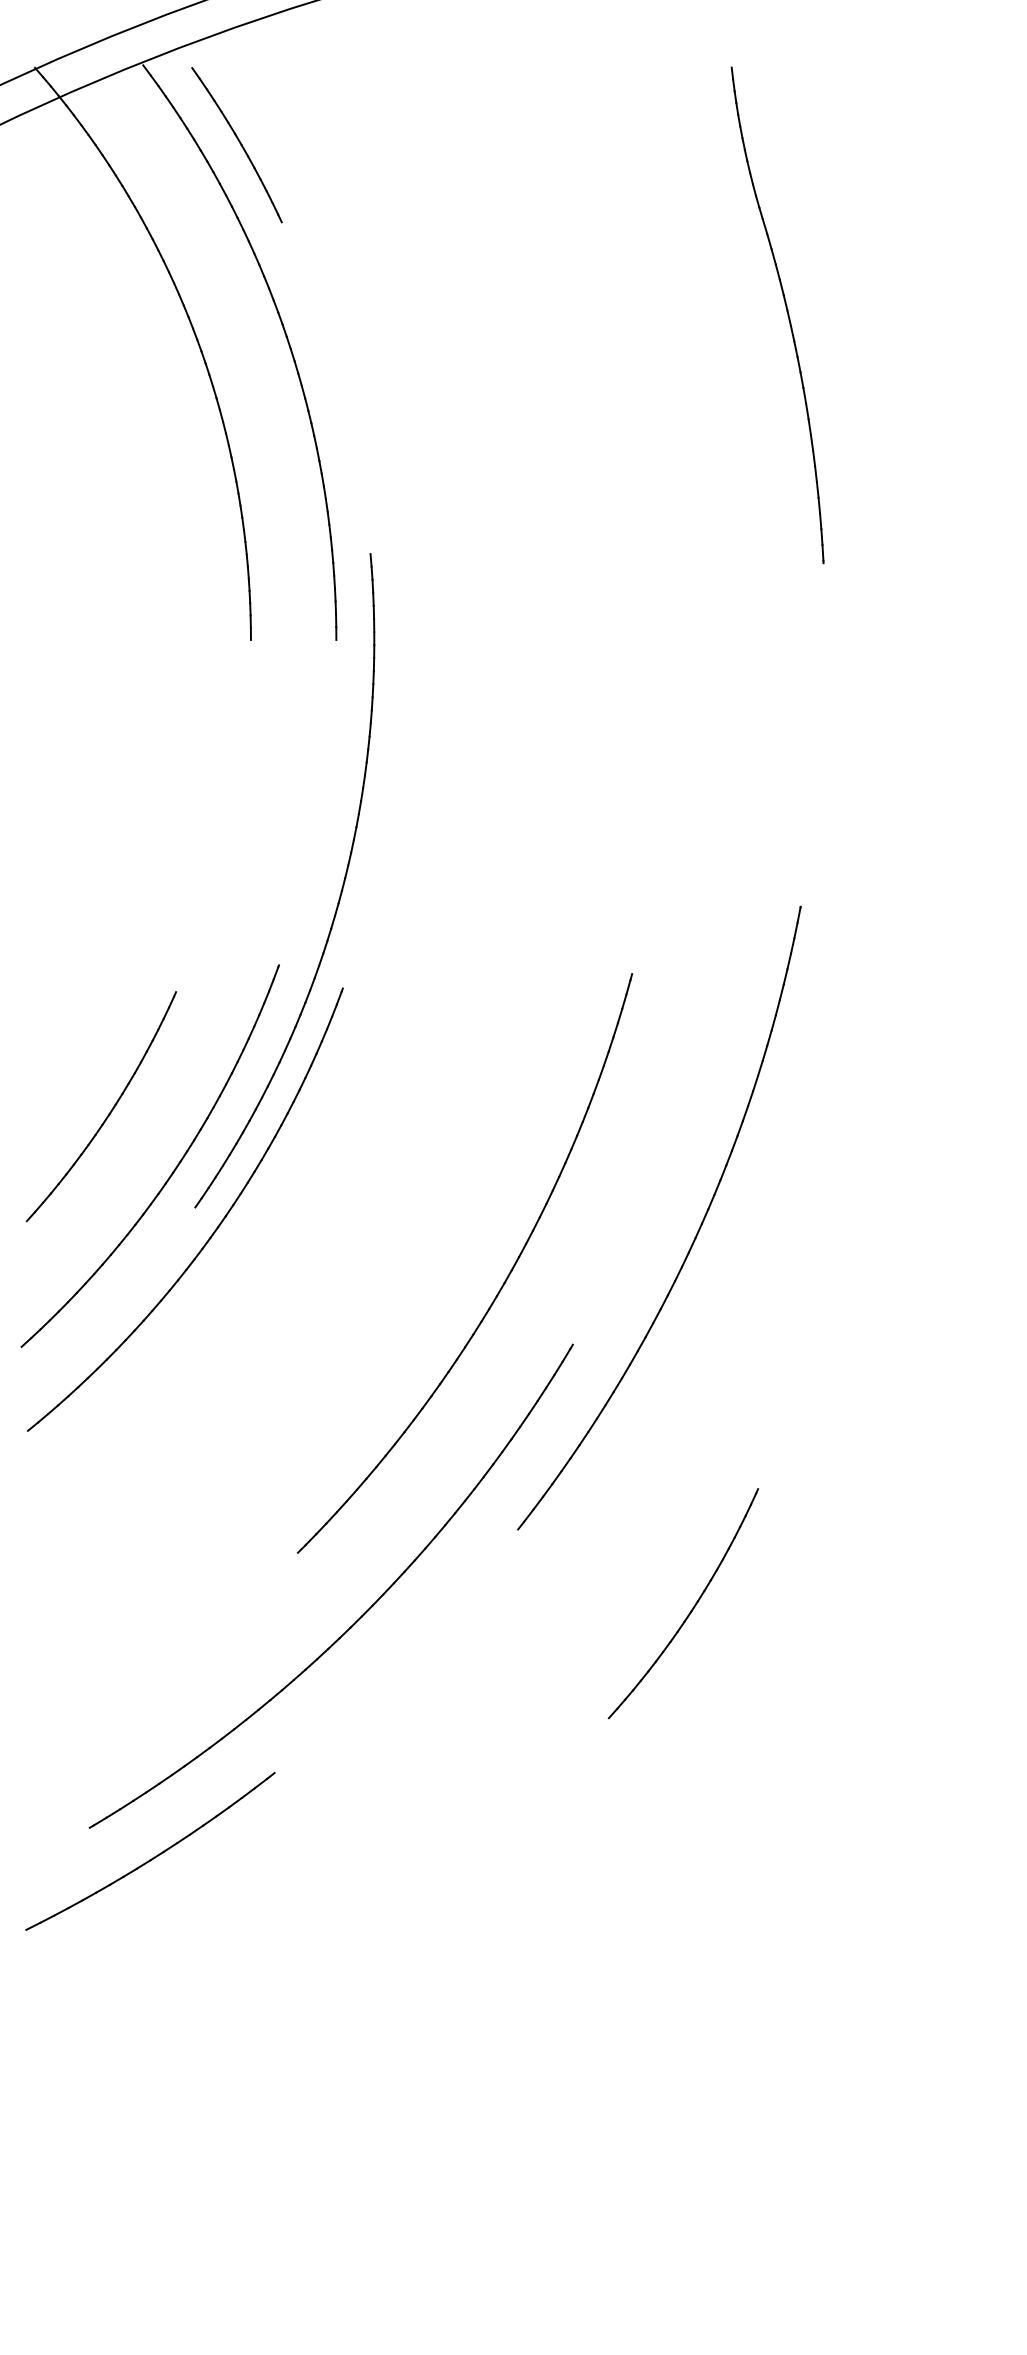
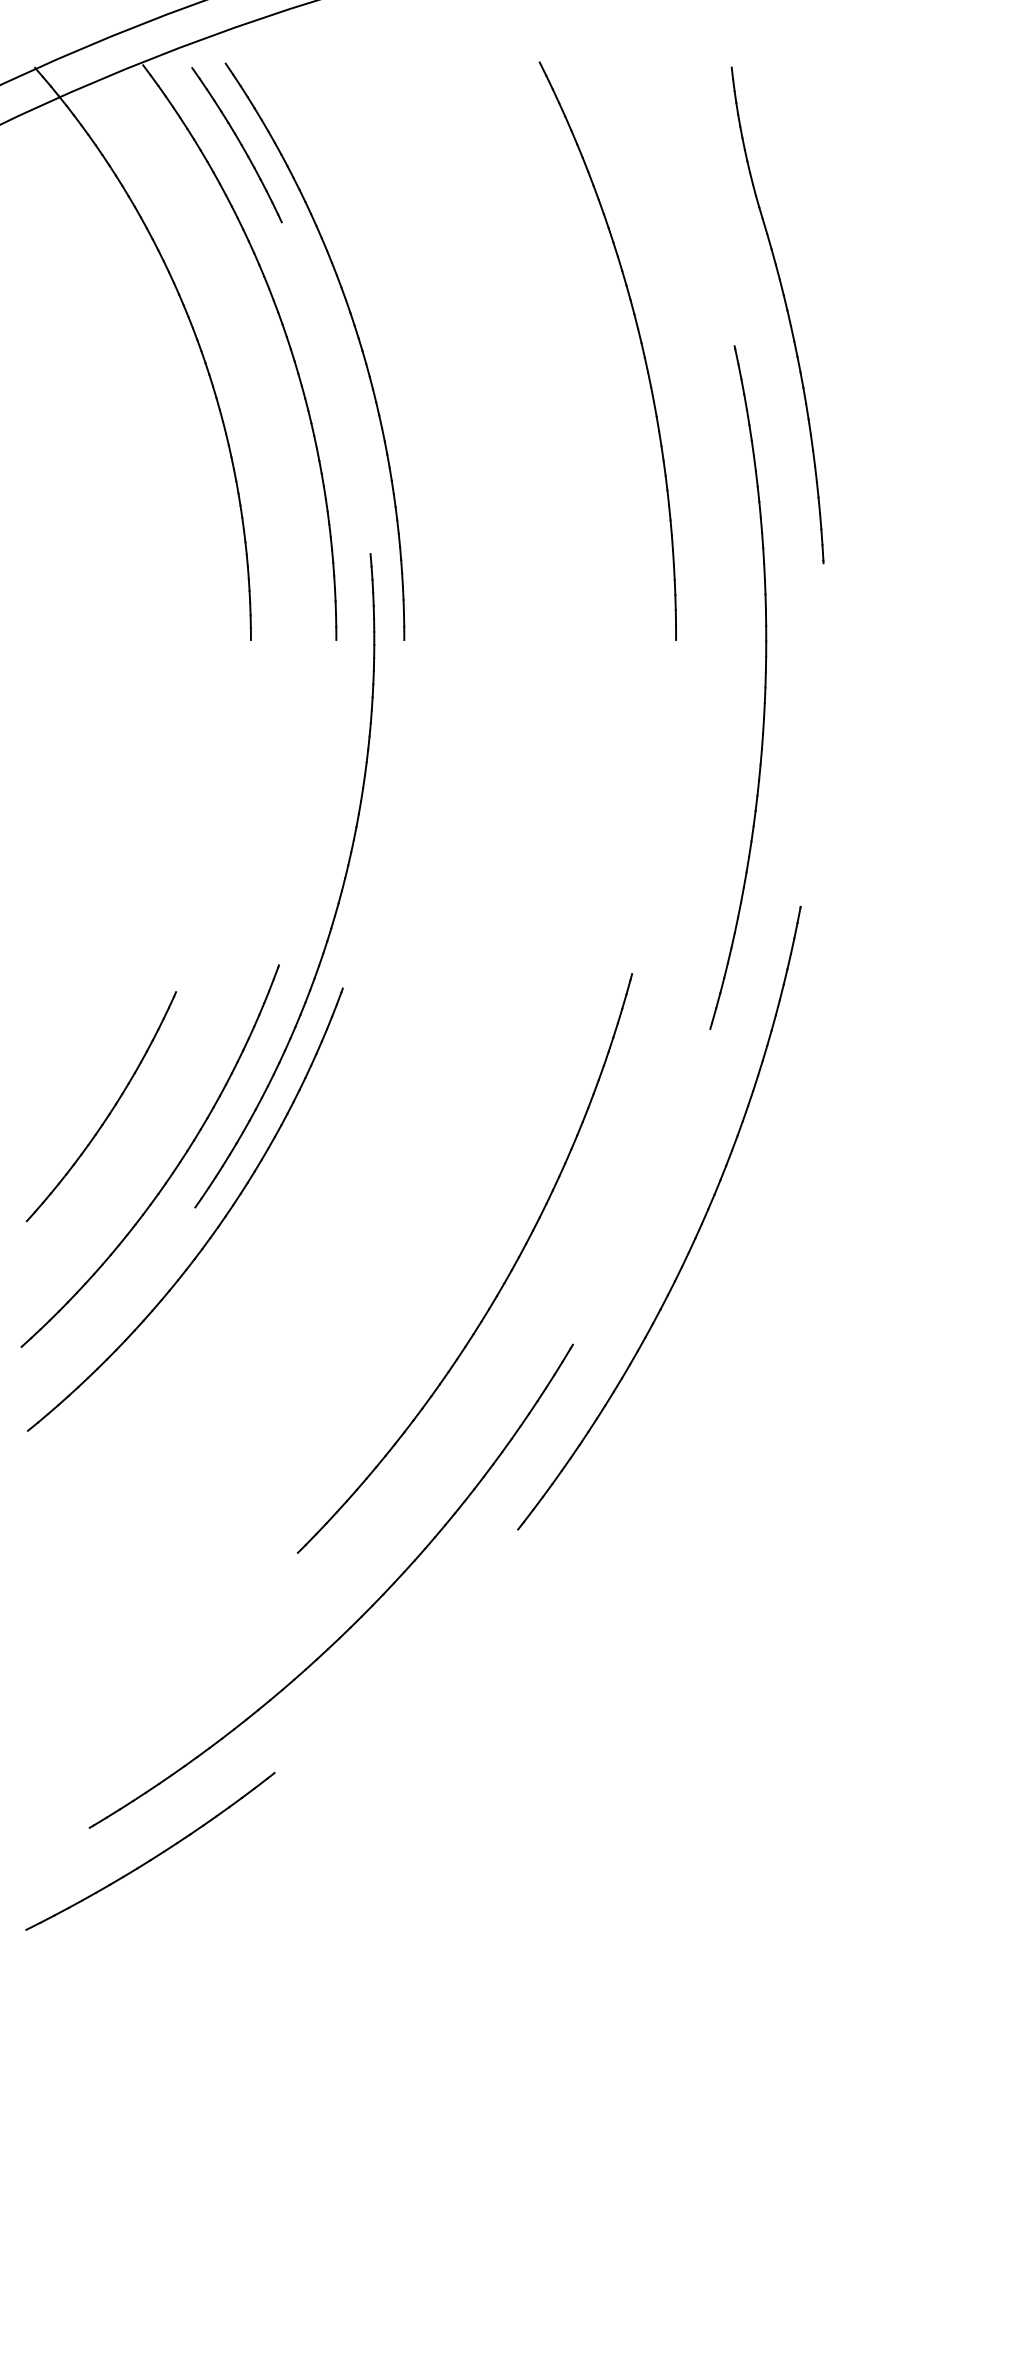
part at (357, 338): none -> present
part at (640, 344): none -> present
part at (764, 687): none -> present
part at (692, 1607): present -> none
